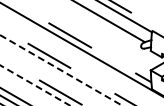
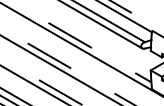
line at (102, 25): none -> present
line at (62, 70): dashed -> solid
line at (35, 85): dashed -> solid
